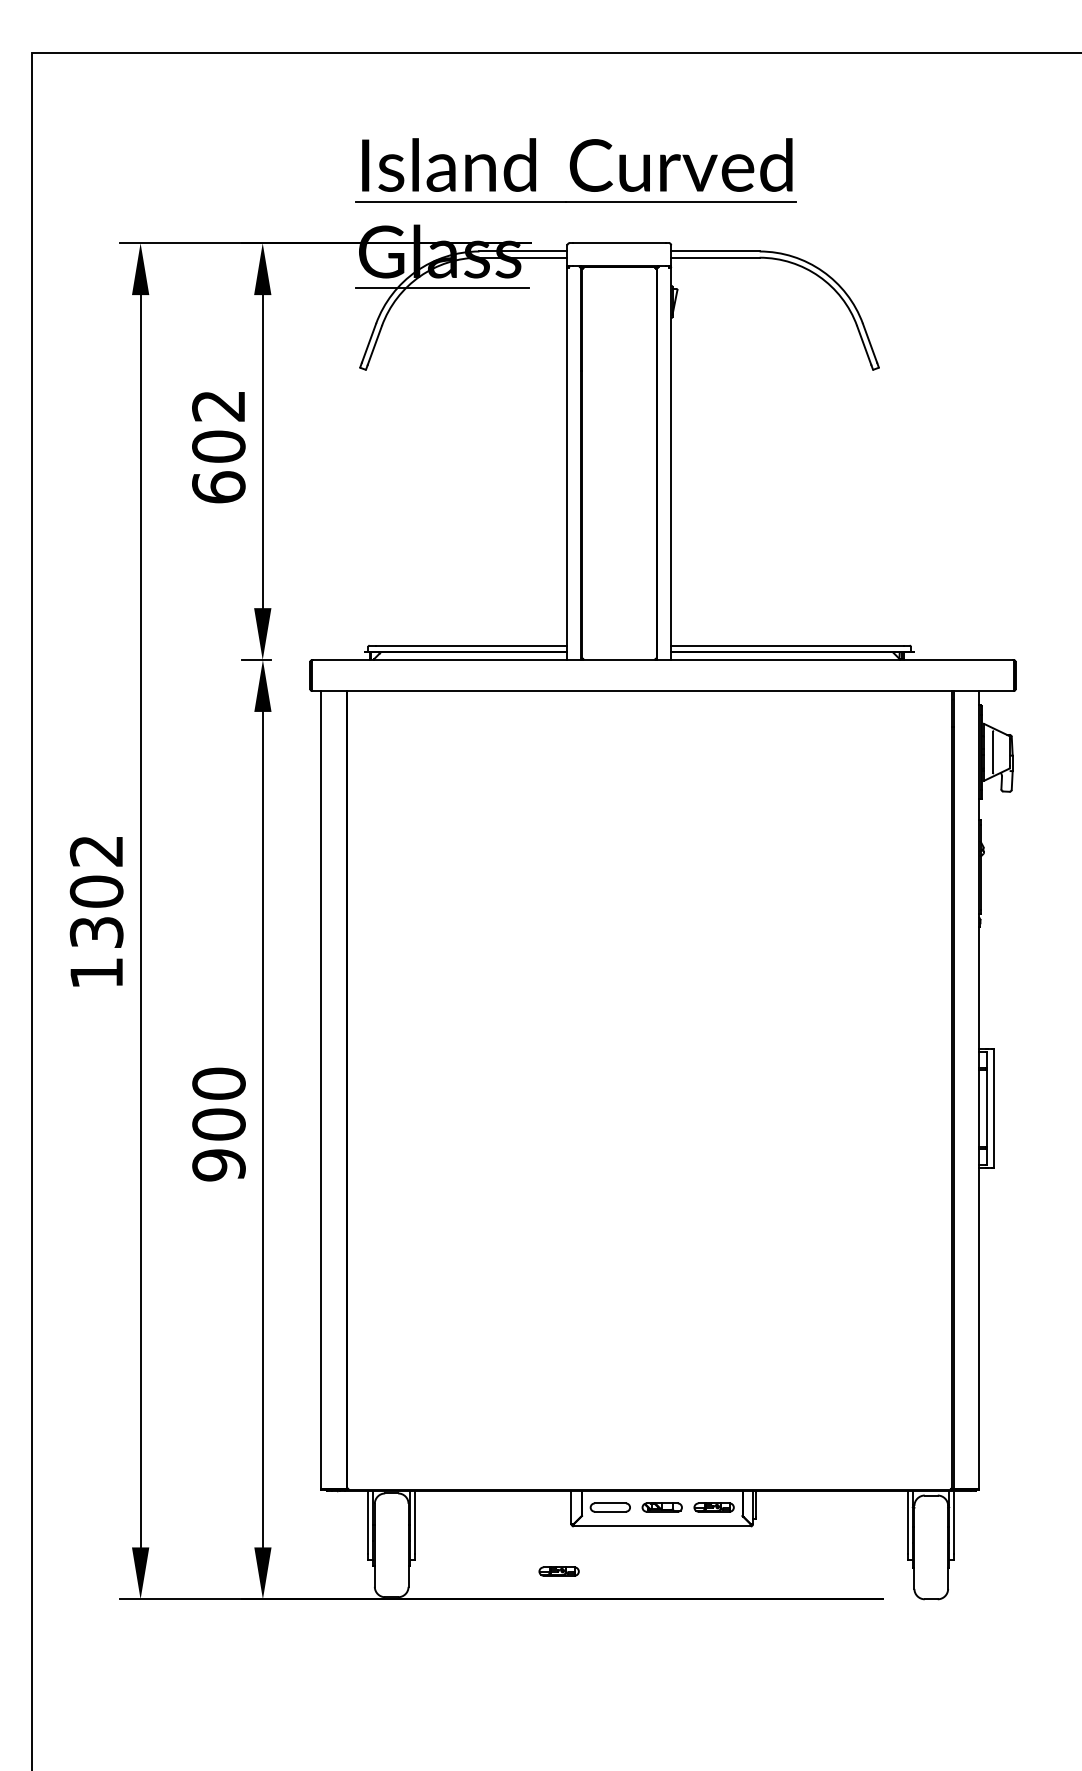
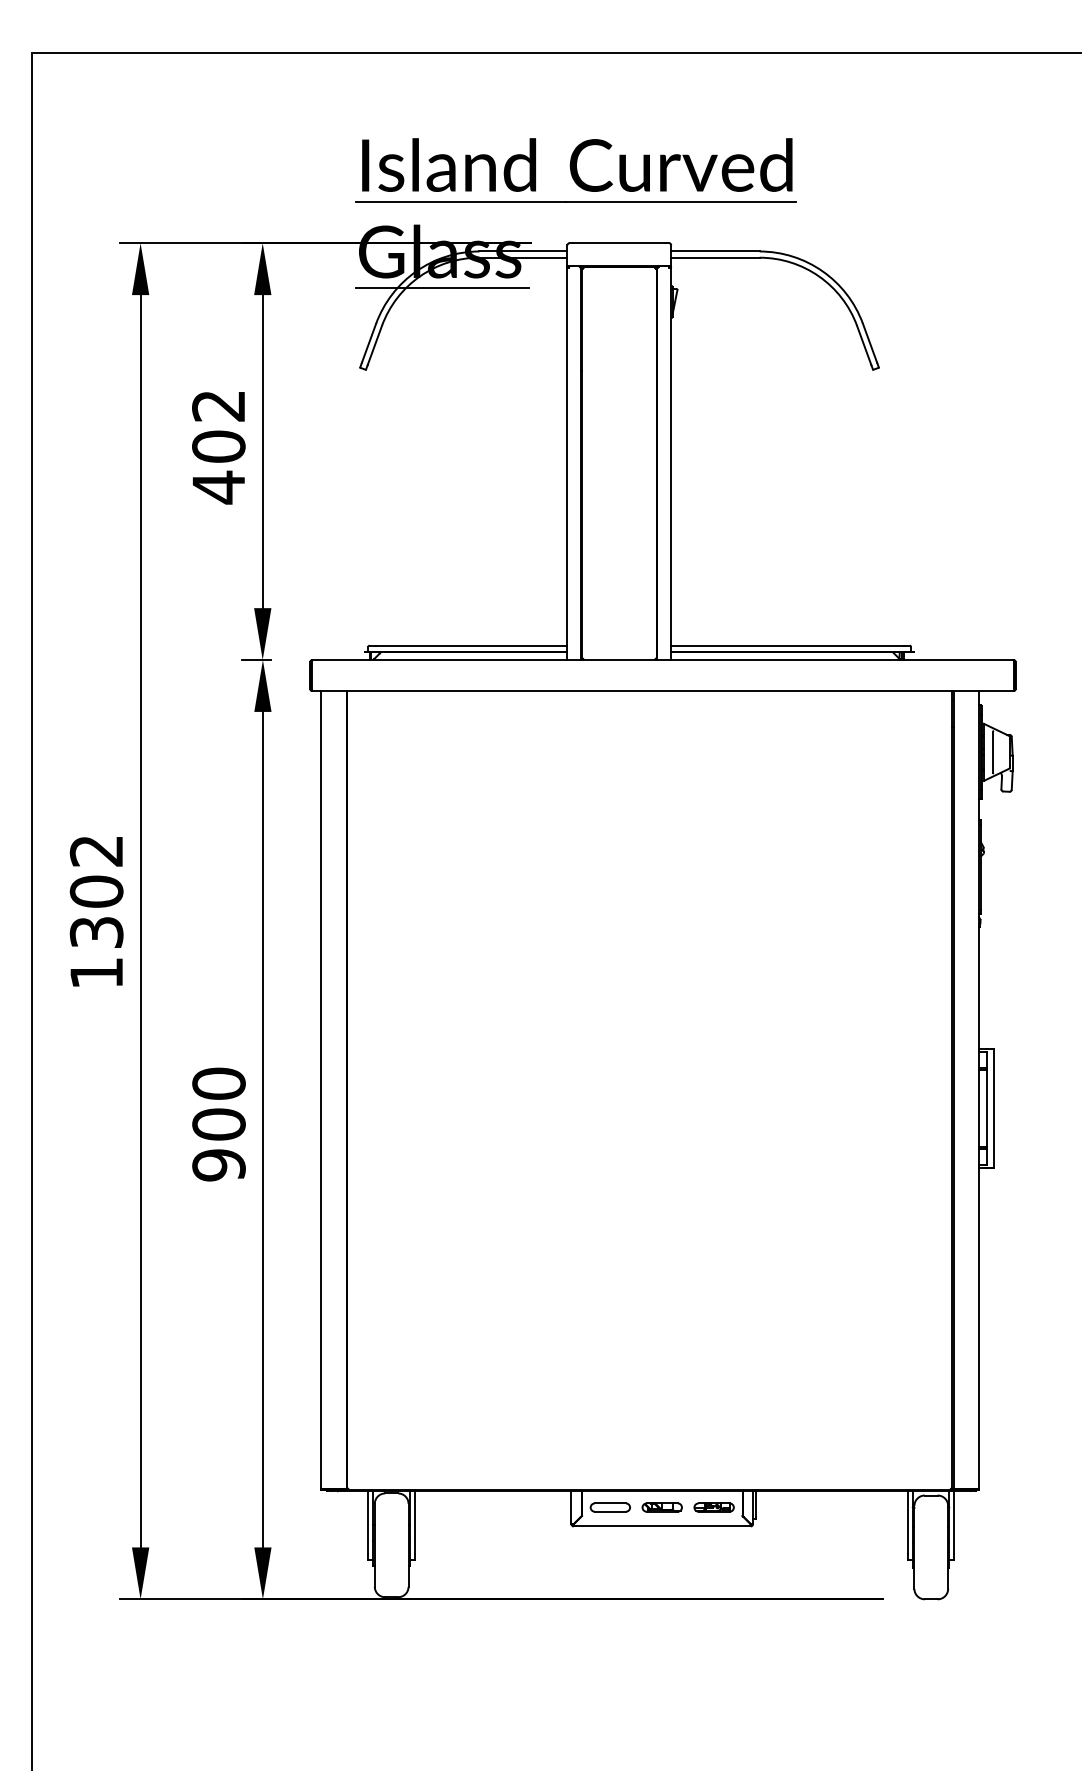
text at (218, 487): 602 -> 402
part at (558, 1571): present -> none
